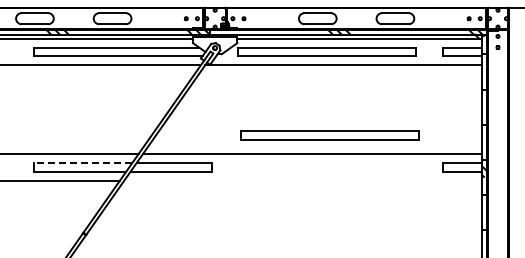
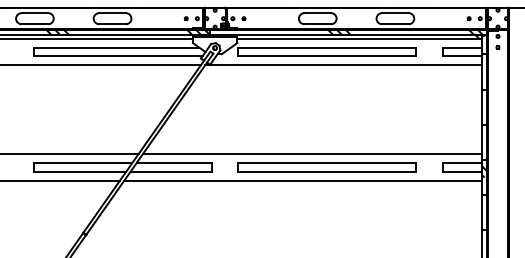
part at (329, 135) position: (329, 135) -> (326, 167)
line at (82, 162): dashed -> solid
line at (303, 180): none -> present
